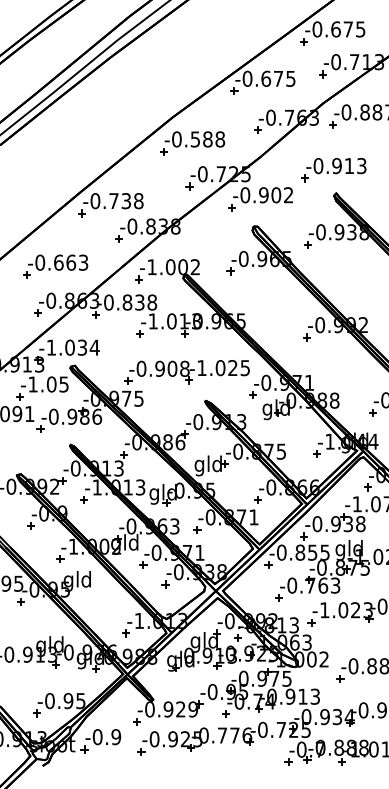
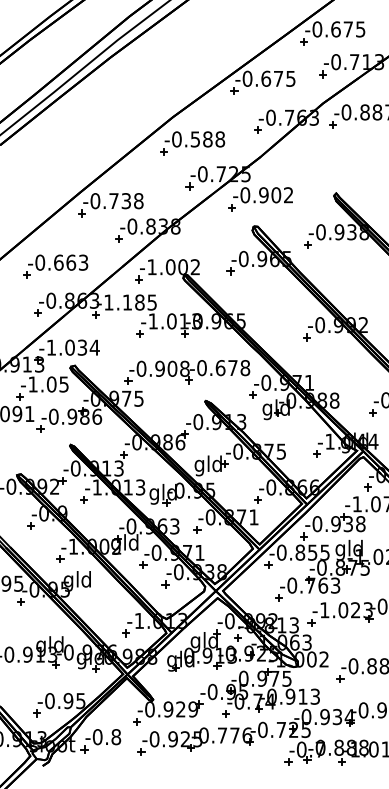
part at (333, 170): present -> none
text at (130, 302): -0.838 -> -1.185
text at (223, 368): -1.025 -> -0.678
text at (116, 737): -0.9 -> -0.8
